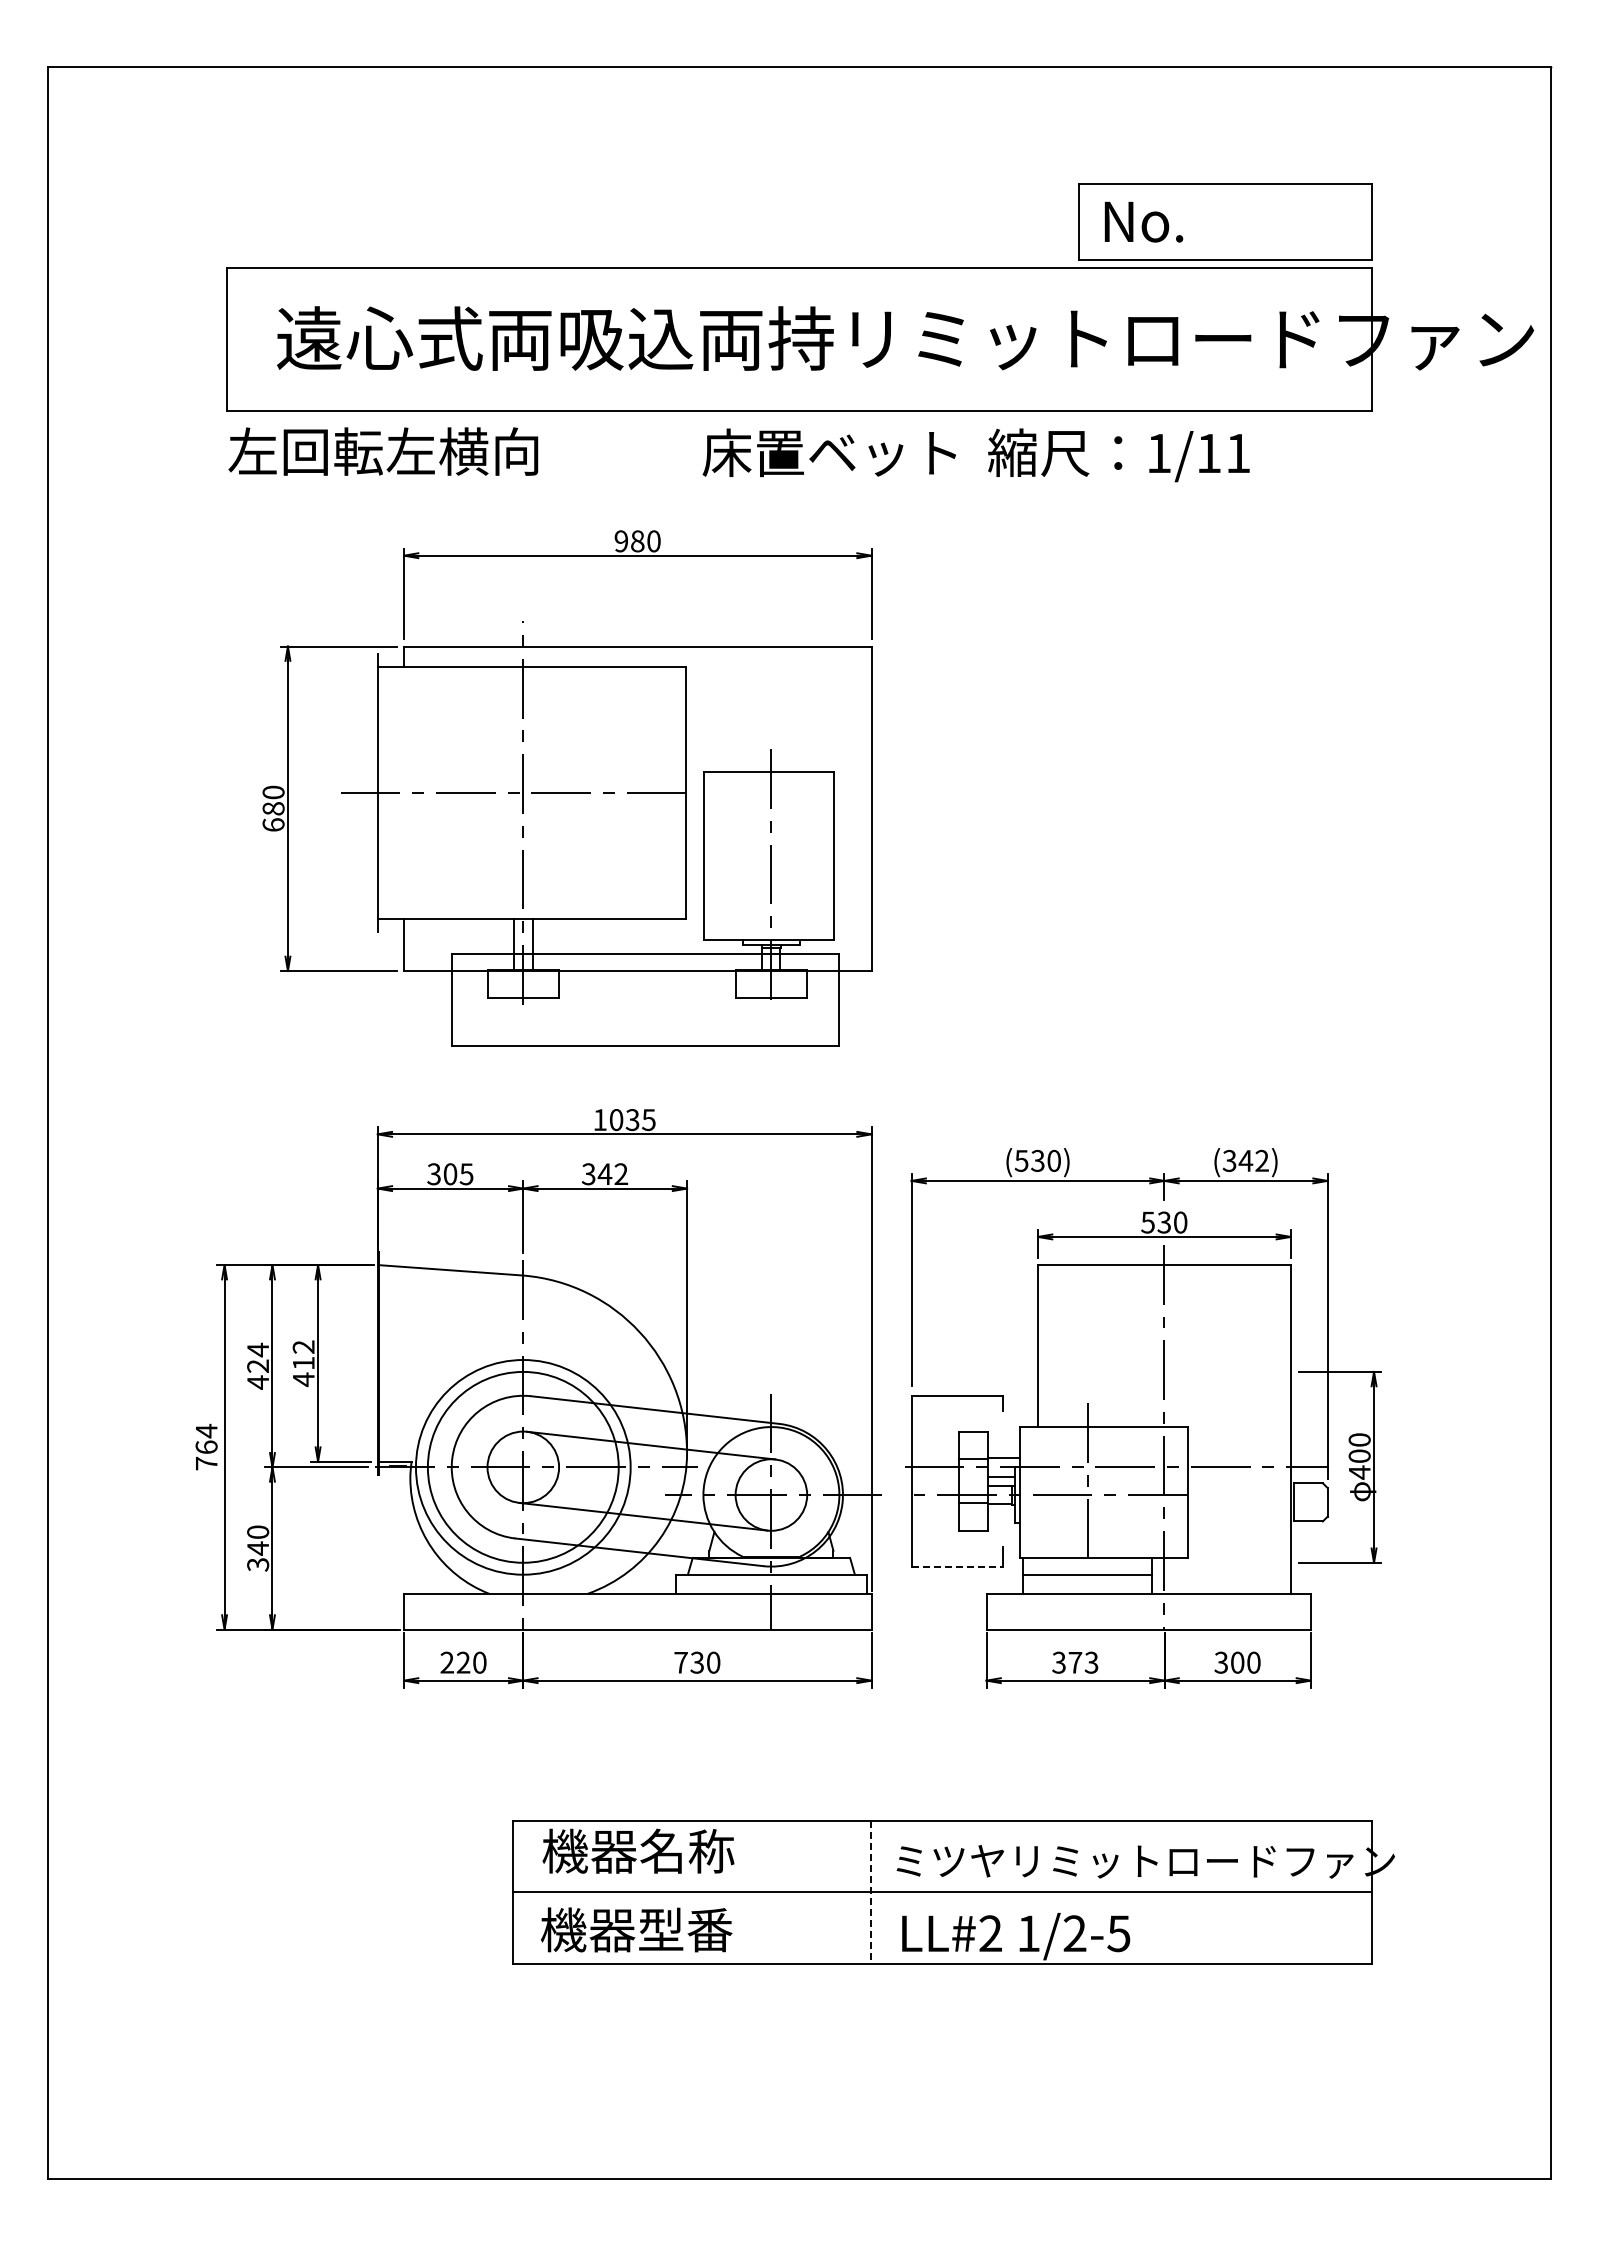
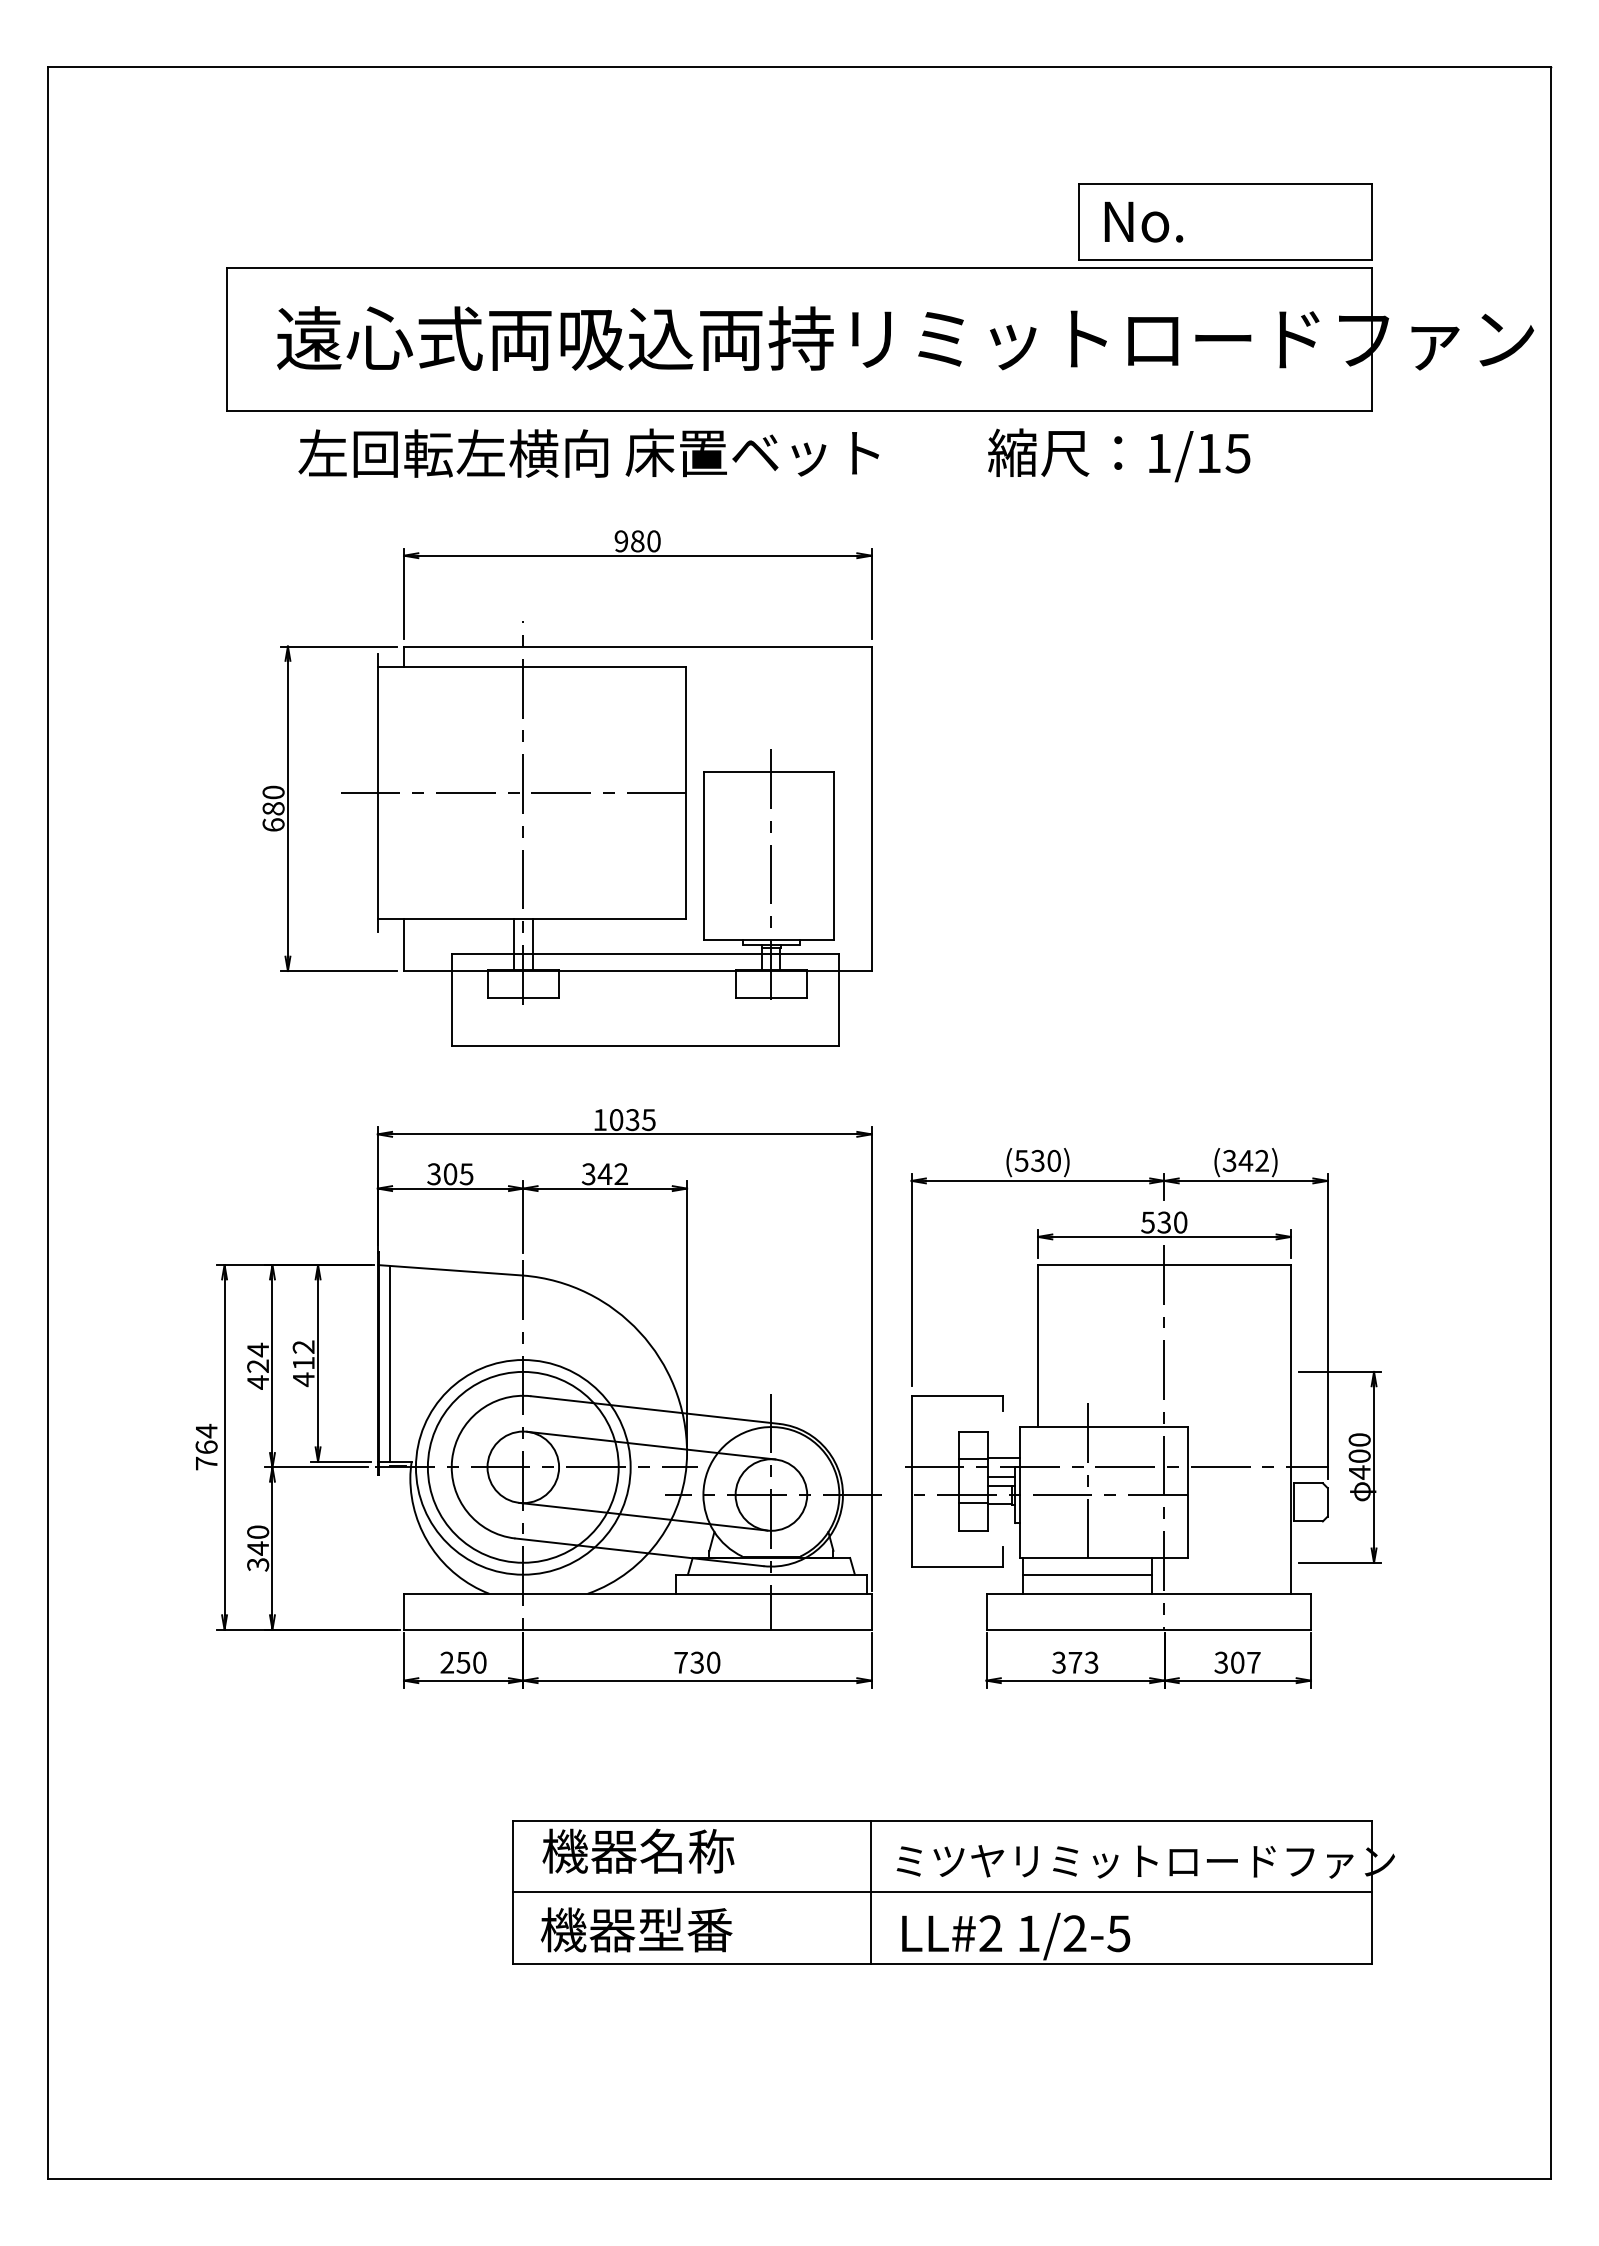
text at (383, 451) position: (383, 451) -> (453, 453)
text at (828, 452) position: (828, 452) -> (751, 452)
text at (1237, 453): 1/11 -> 1/15
line at (389, 1363): none -> present
line at (957, 1566): dashed -> solid
text at (463, 1662): 220 -> 250
text at (1253, 1662): 300 -> 307
line at (871, 1892): dashed -> solid
